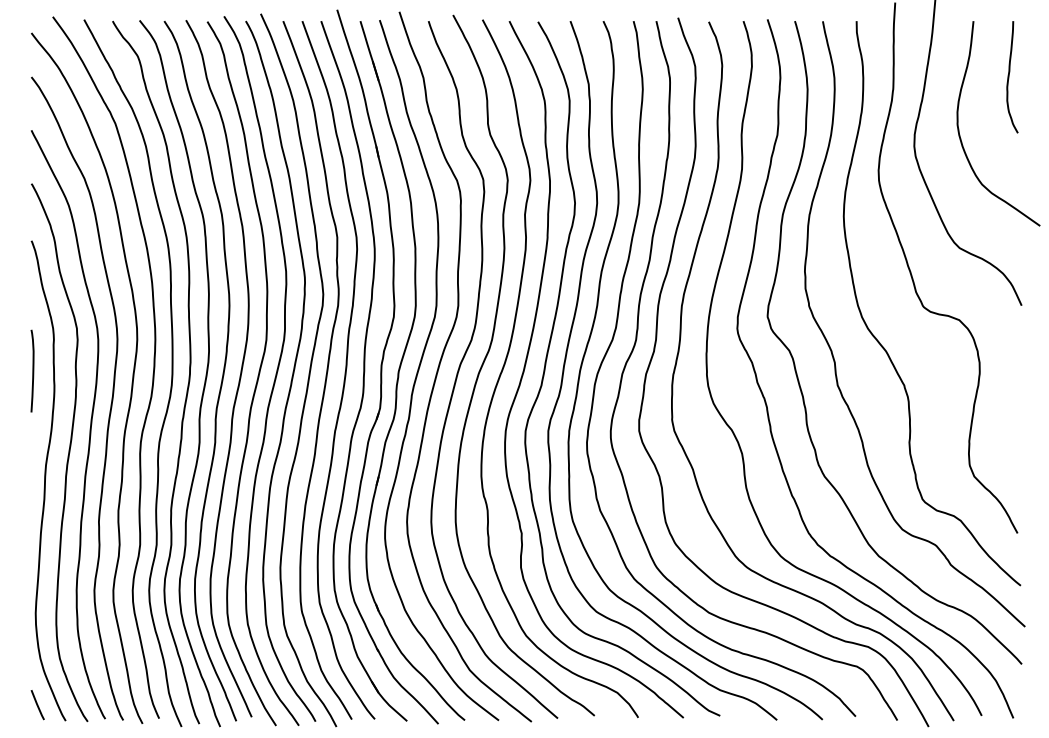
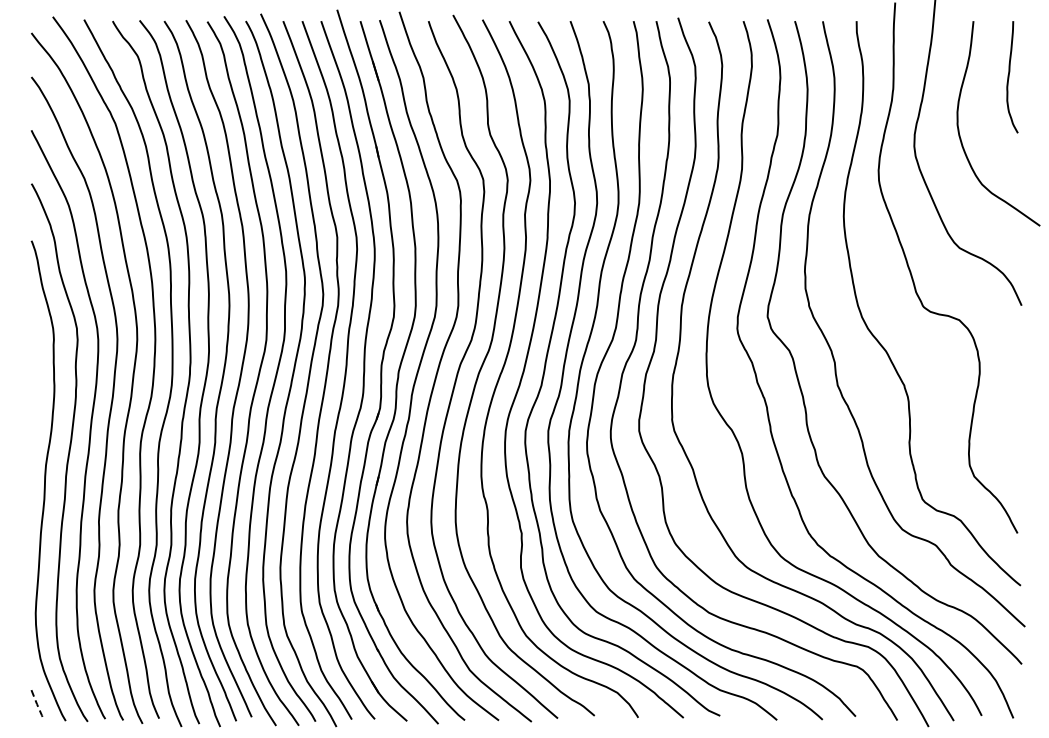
curve at (32, 370): present -> none
line at (37, 705): solid -> dashed
